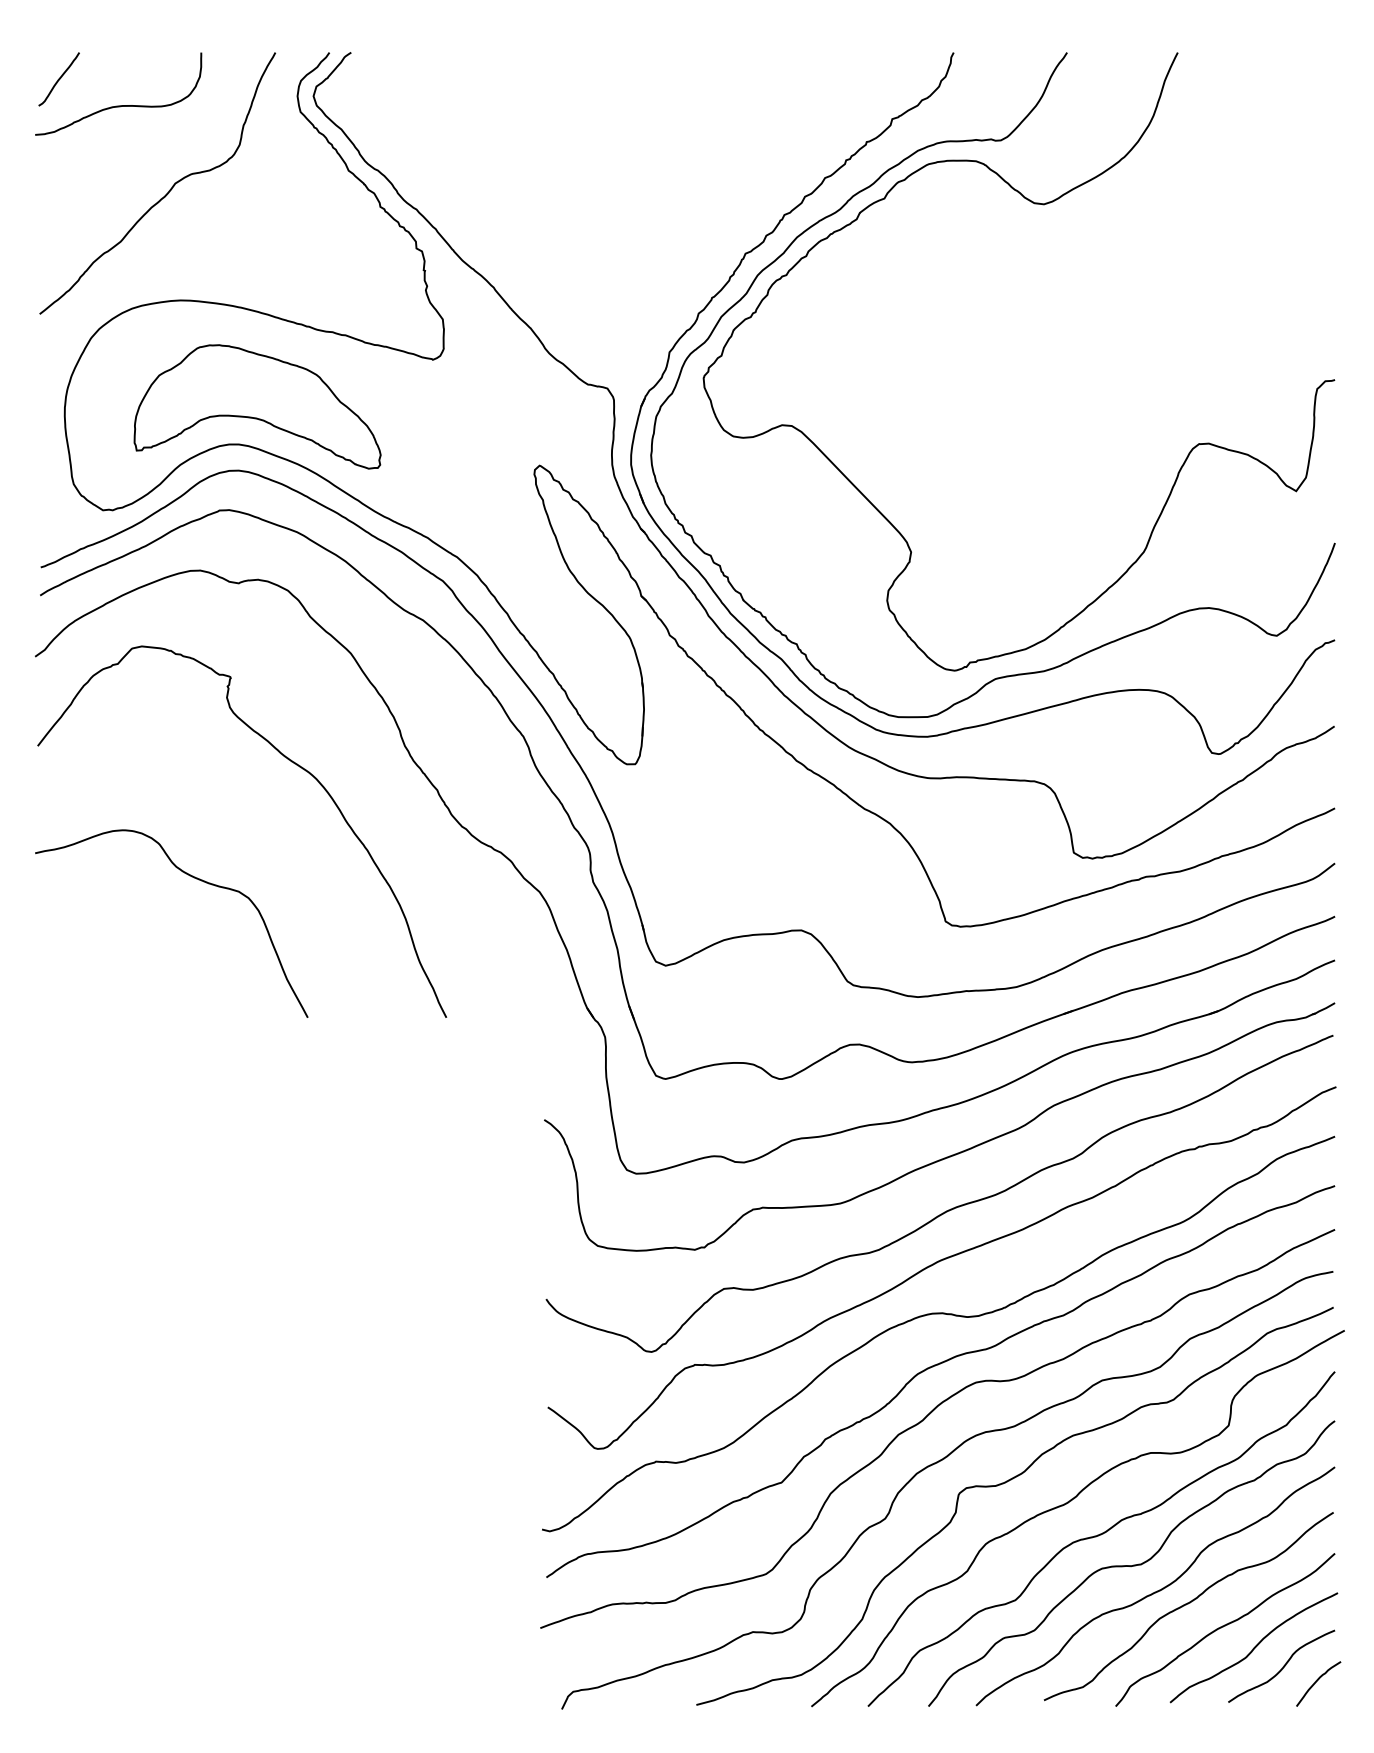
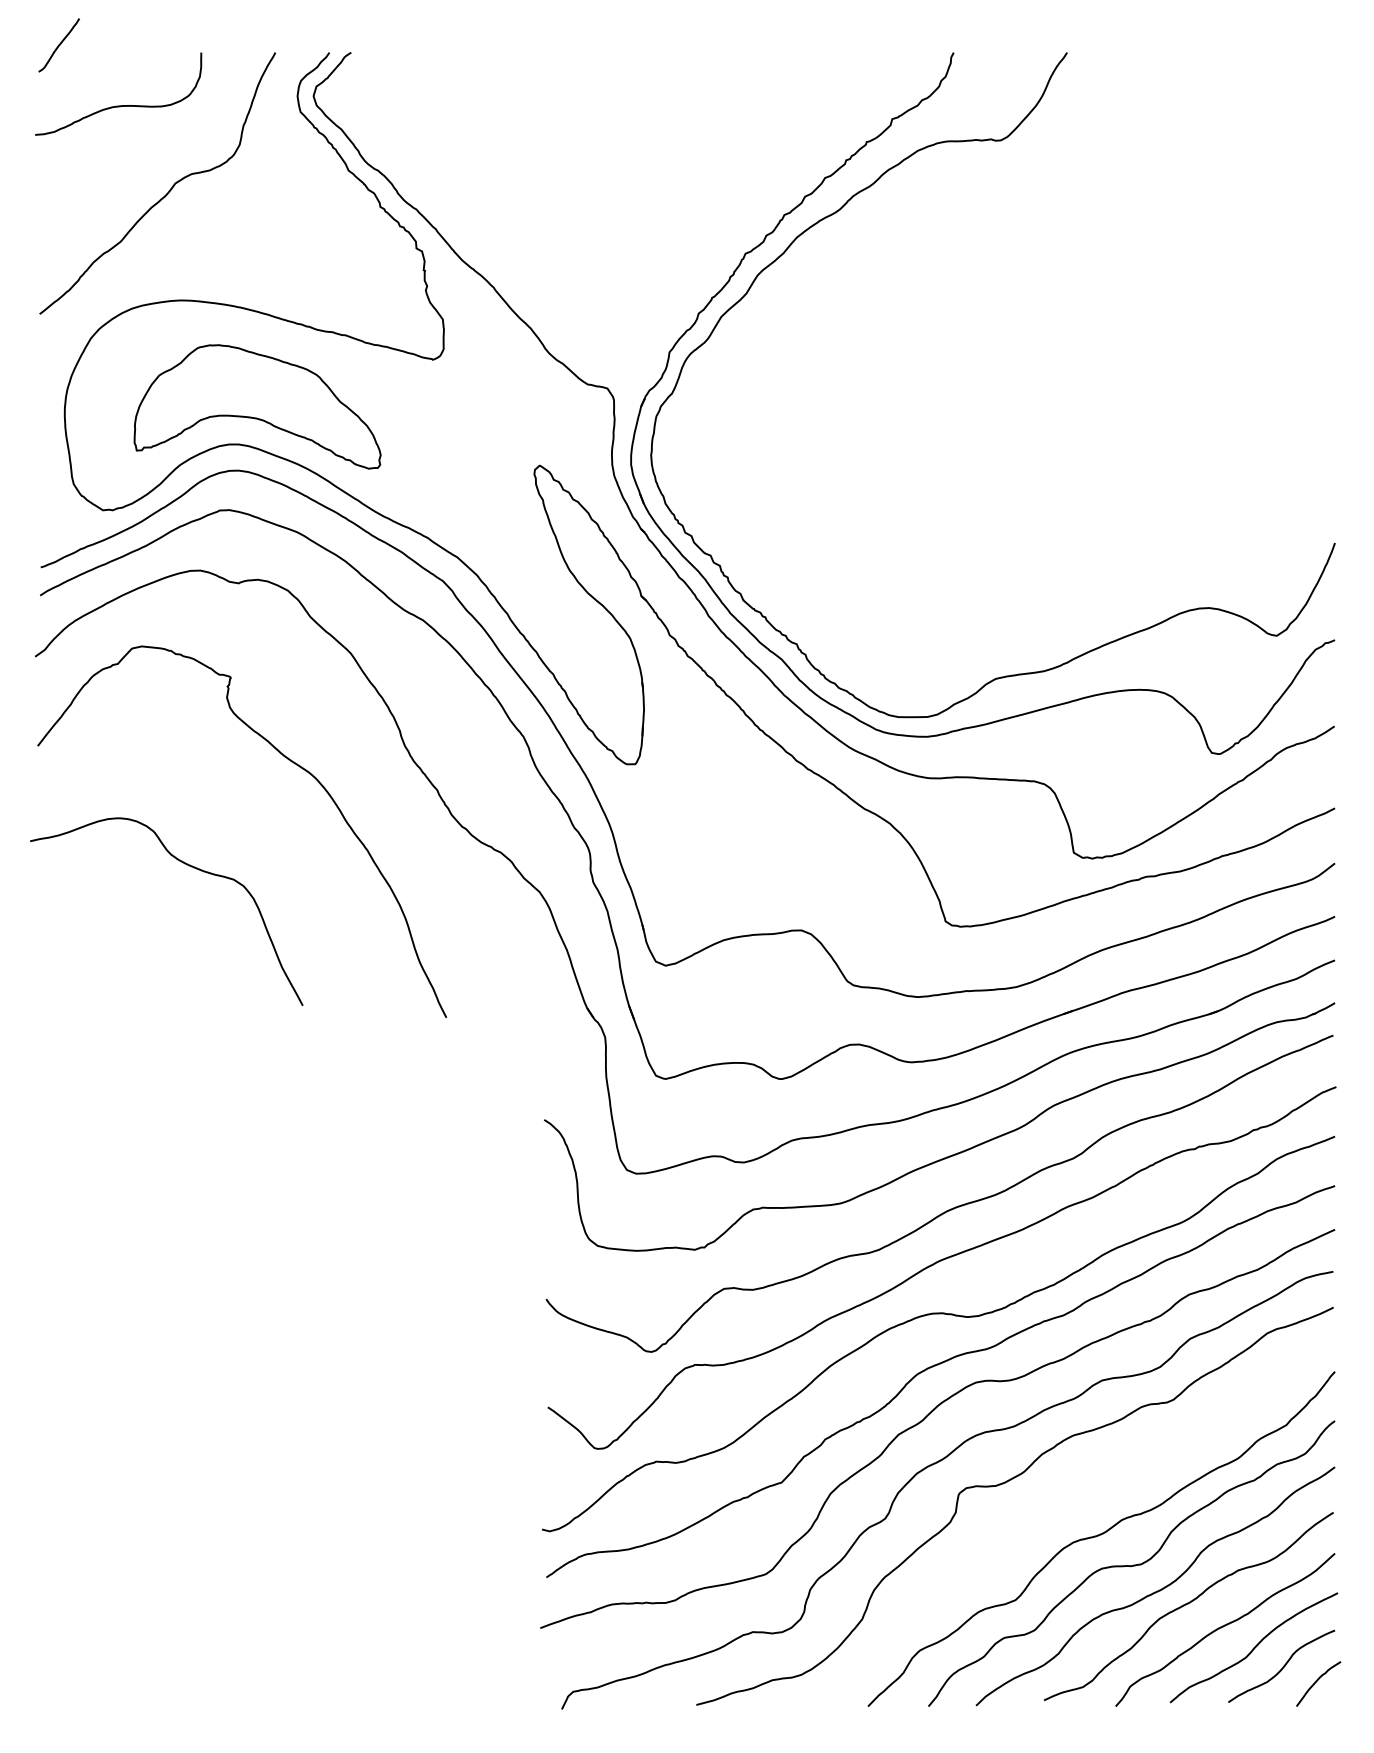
curve at (58, 79) position: (58, 79) -> (58, 45)
curve at (1034, 204): present -> none
curve at (189, 876) position: (189, 876) -> (184, 864)
curve at (1068, 1503): present -> none
